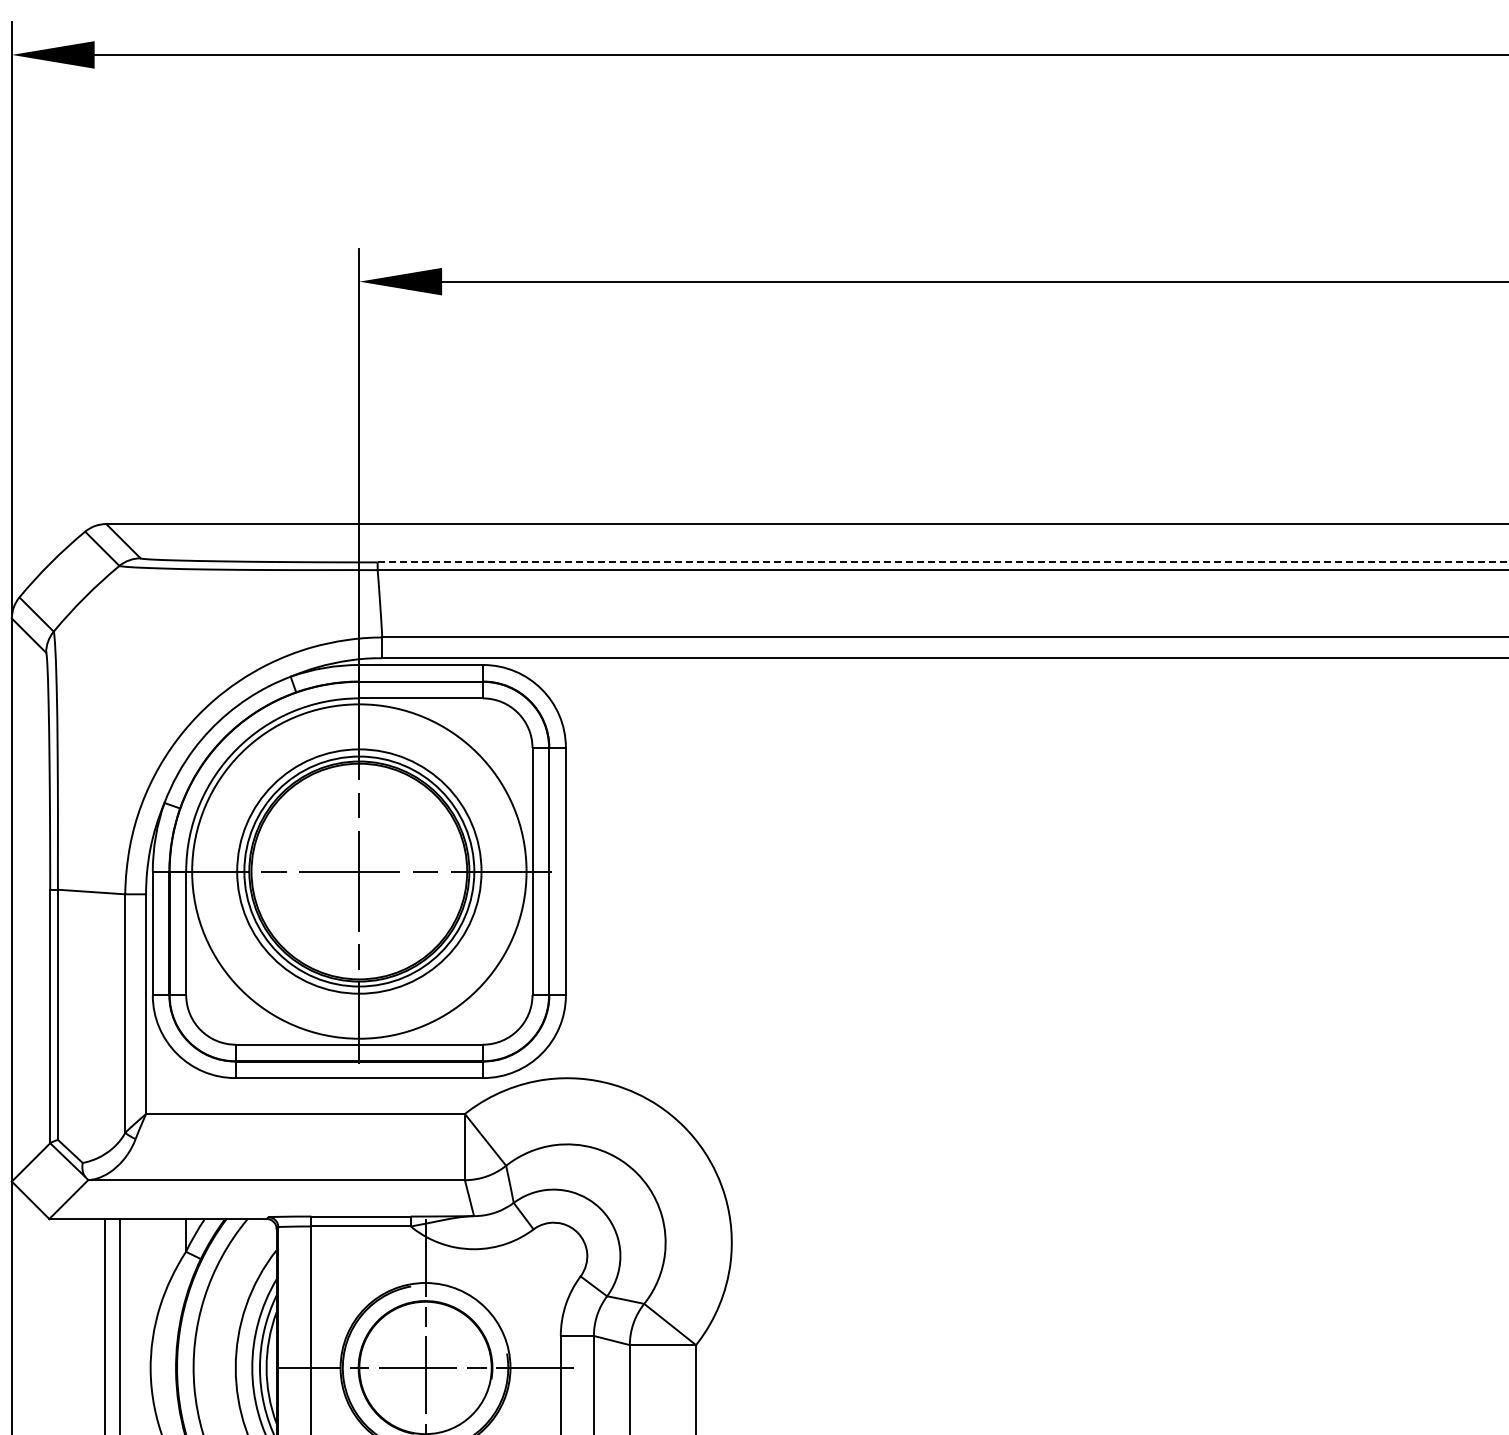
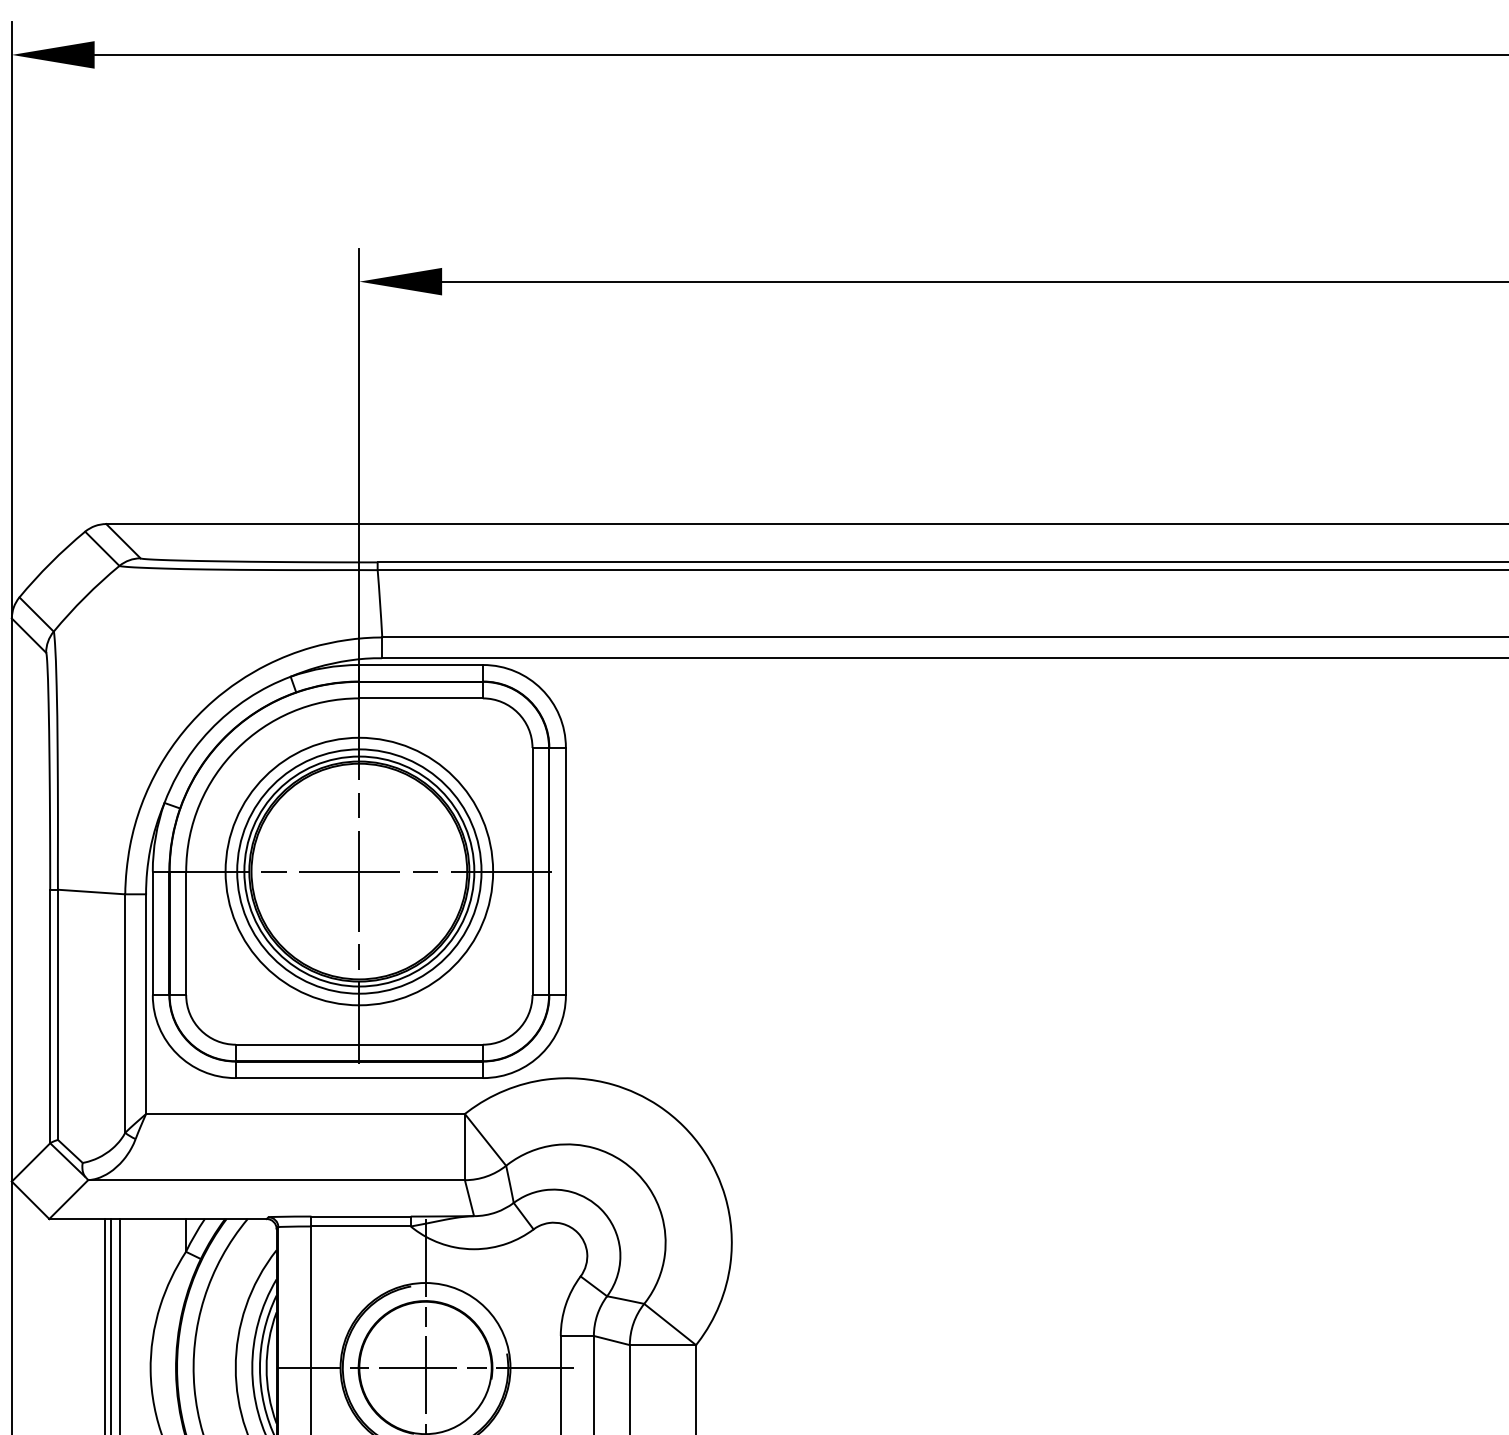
line at (942, 562): dashed -> solid
circle at (359, 871) diameter: 334 px -> 268 px
line at (111, 1325): none -> present
